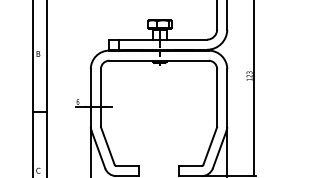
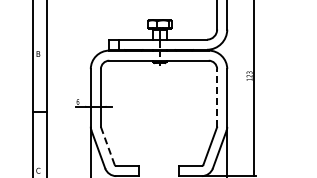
line at (217, 98): solid -> dashed
line at (108, 146): solid -> dashed
